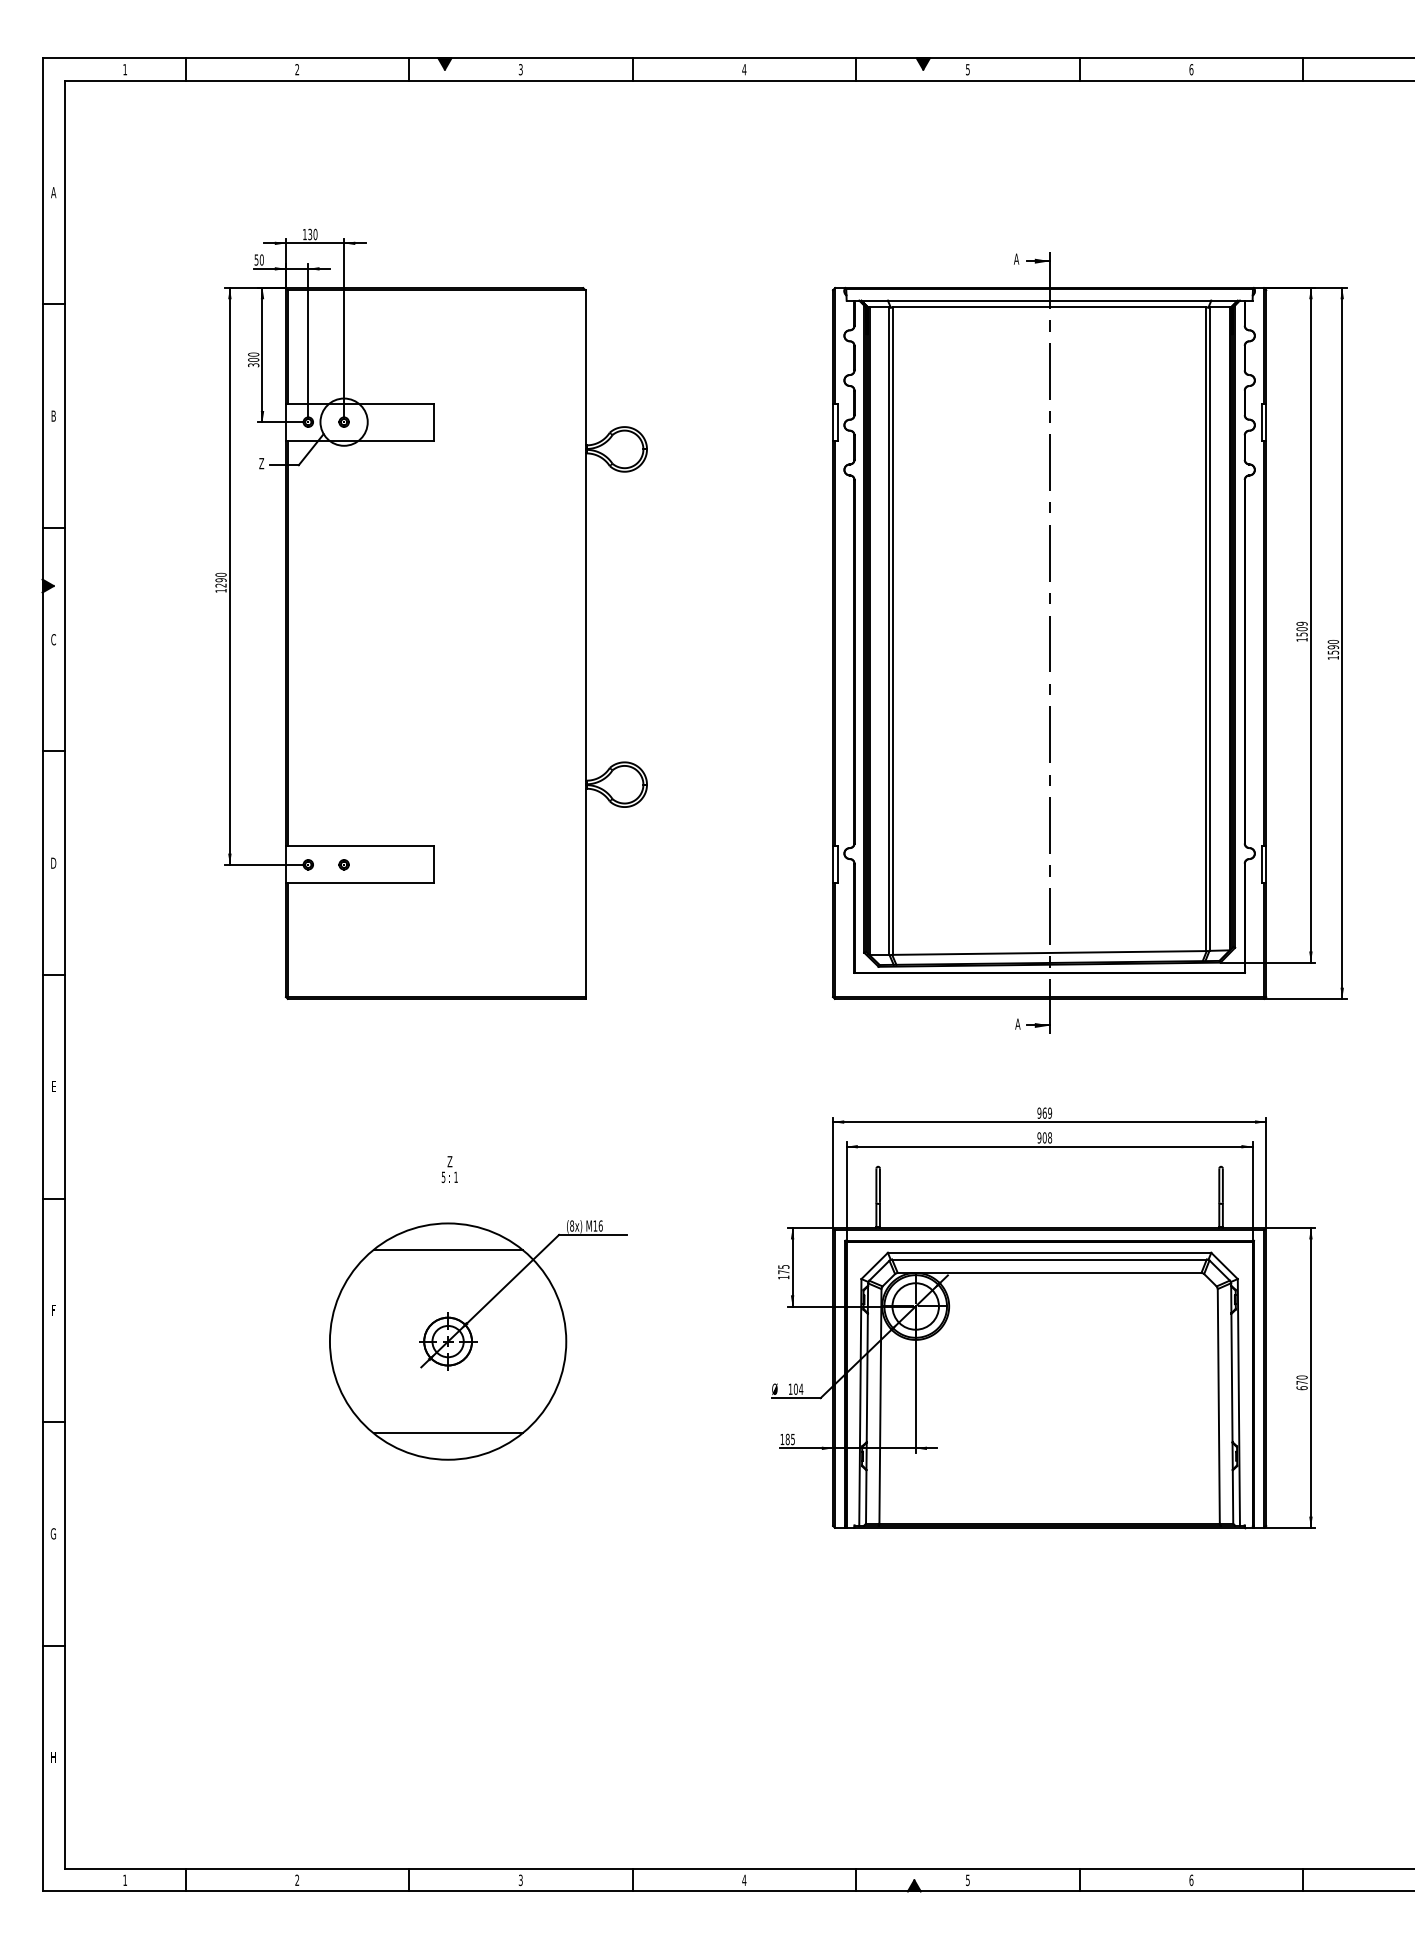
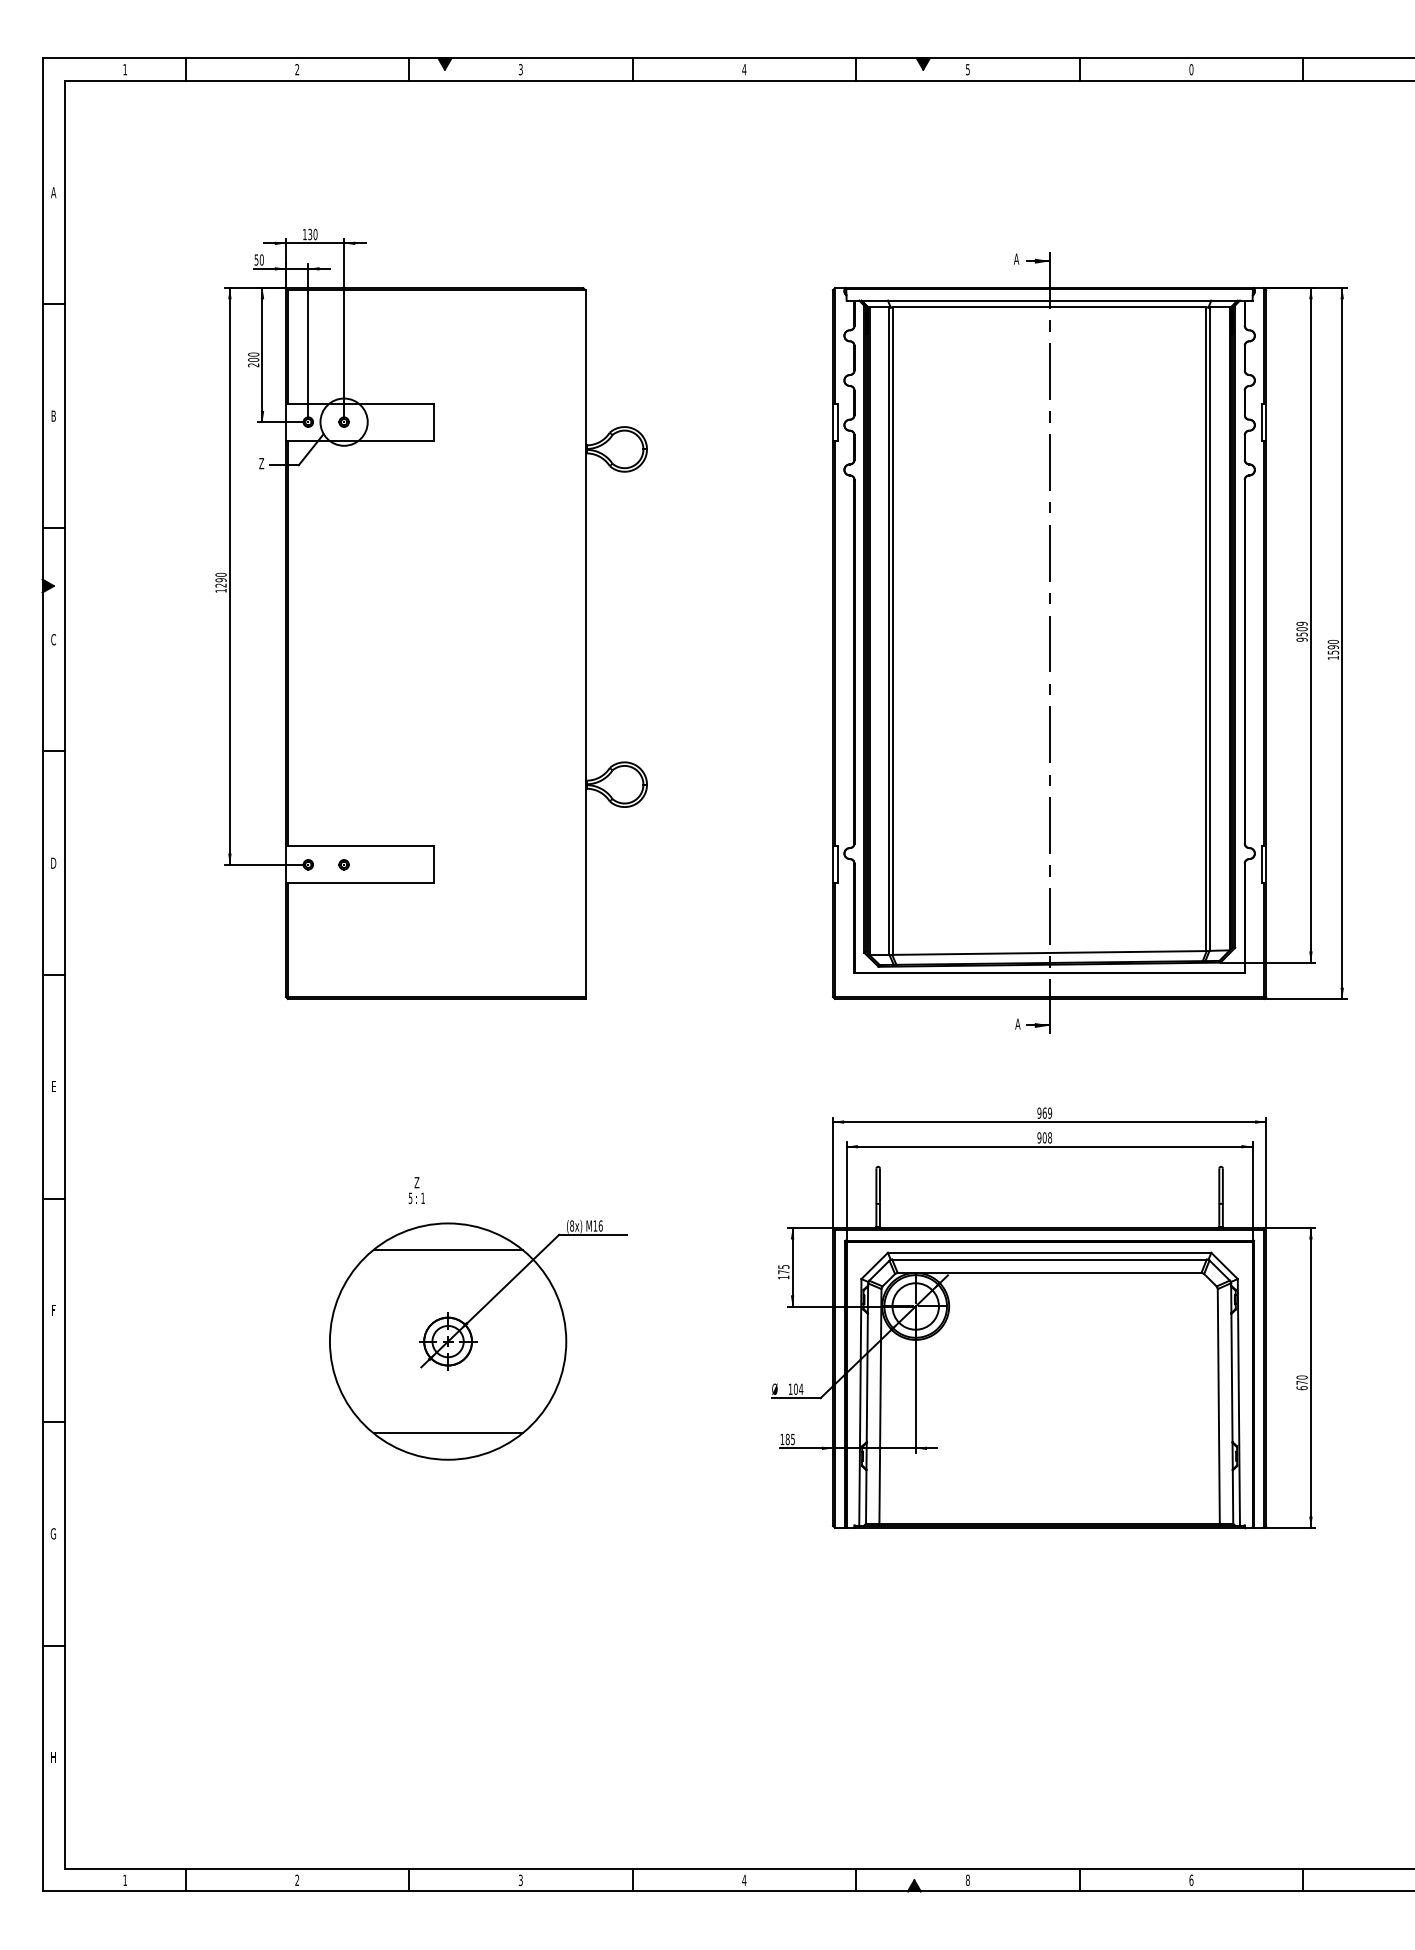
text at (1191, 69): 6 -> 0
text at (253, 365): 300 -> 200
text at (1301, 639): 1509 -> 9509
text at (449, 1169) position: (449, 1169) -> (416, 1190)
text at (967, 1879): 5 -> 8
